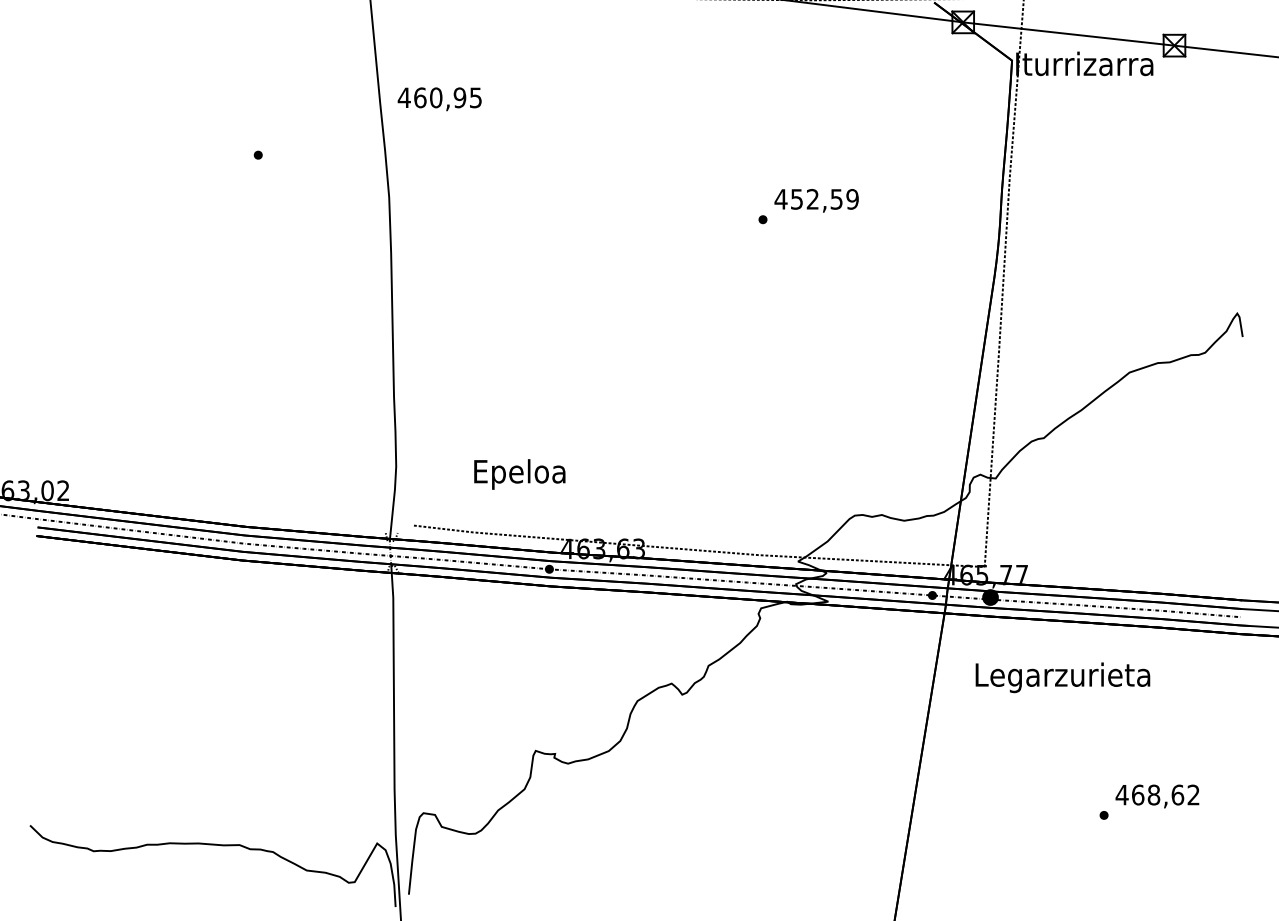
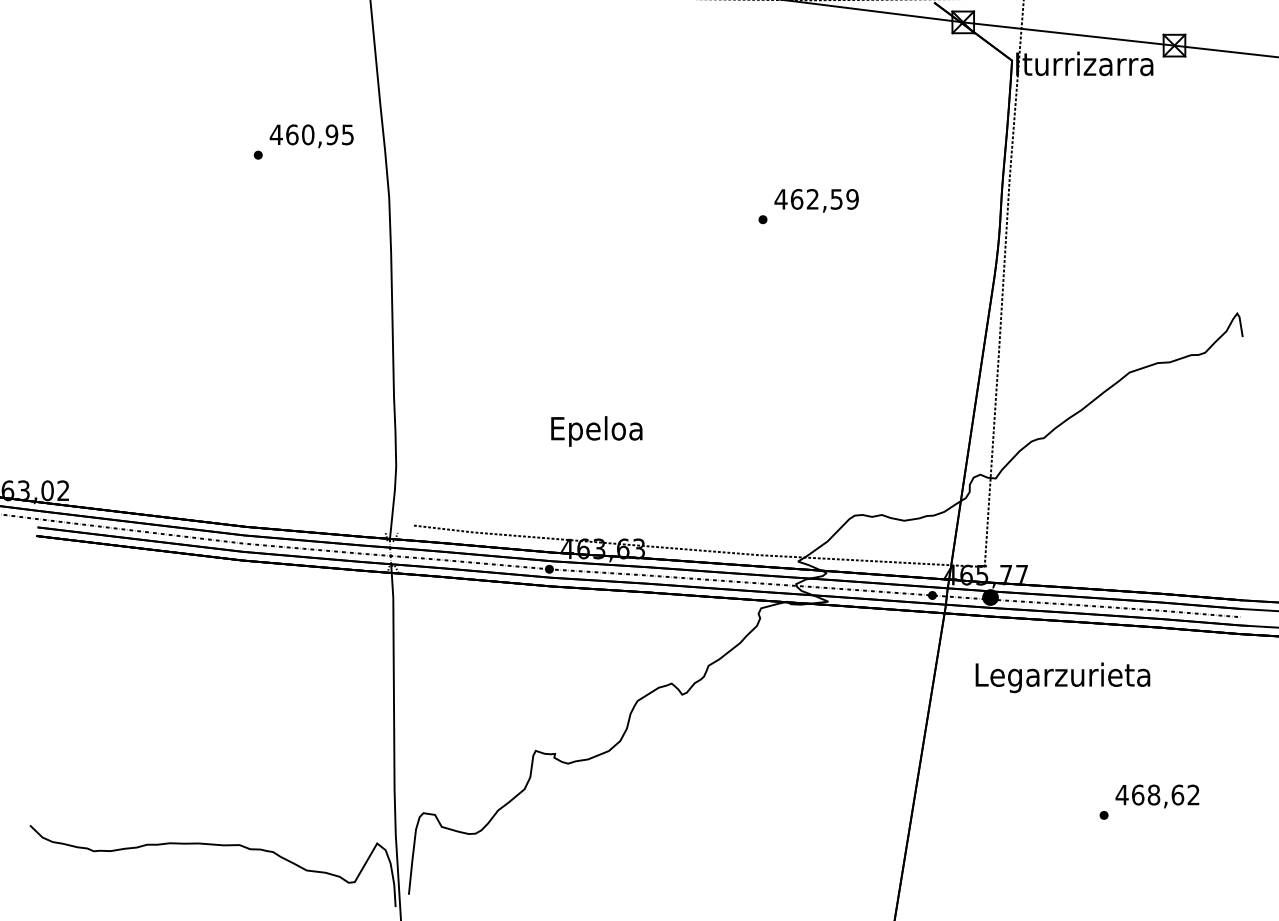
text at (439, 99) position: (439, 99) -> (311, 136)
text at (796, 199): 452,59 -> 462,59
text at (519, 474) position: (519, 474) -> (596, 431)
